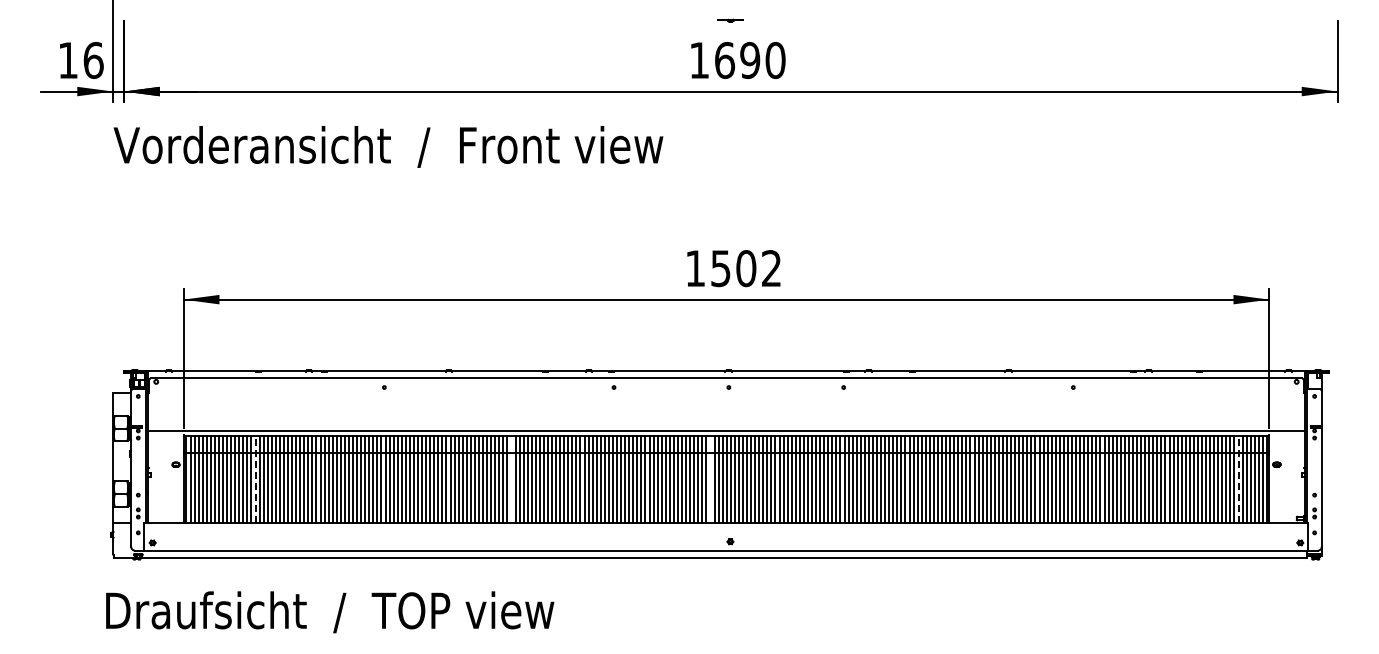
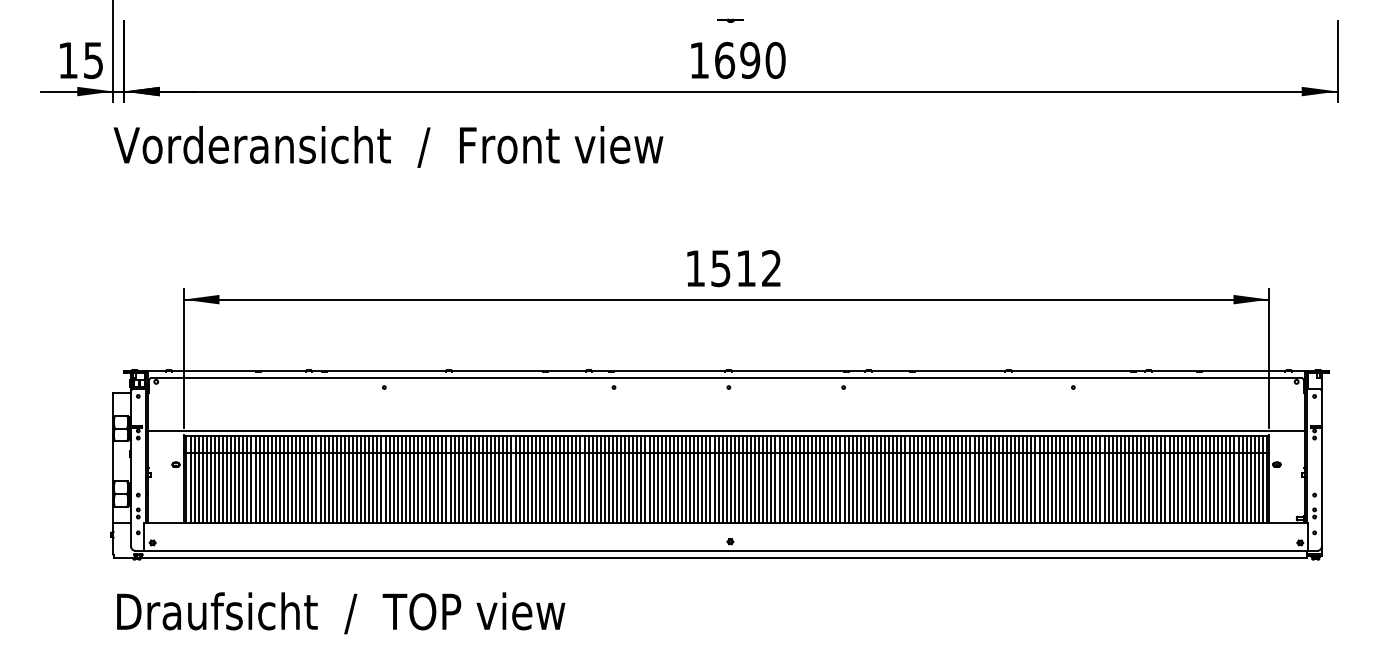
text at (93, 60): 16 -> 15
text at (746, 268): 1502 -> 1512
line at (255, 478): dashed -> solid
line at (511, 478): none -> present
line at (710, 478): none -> present
line at (1238, 478): dashed -> solid
text at (330, 612) position: (330, 612) -> (341, 613)
